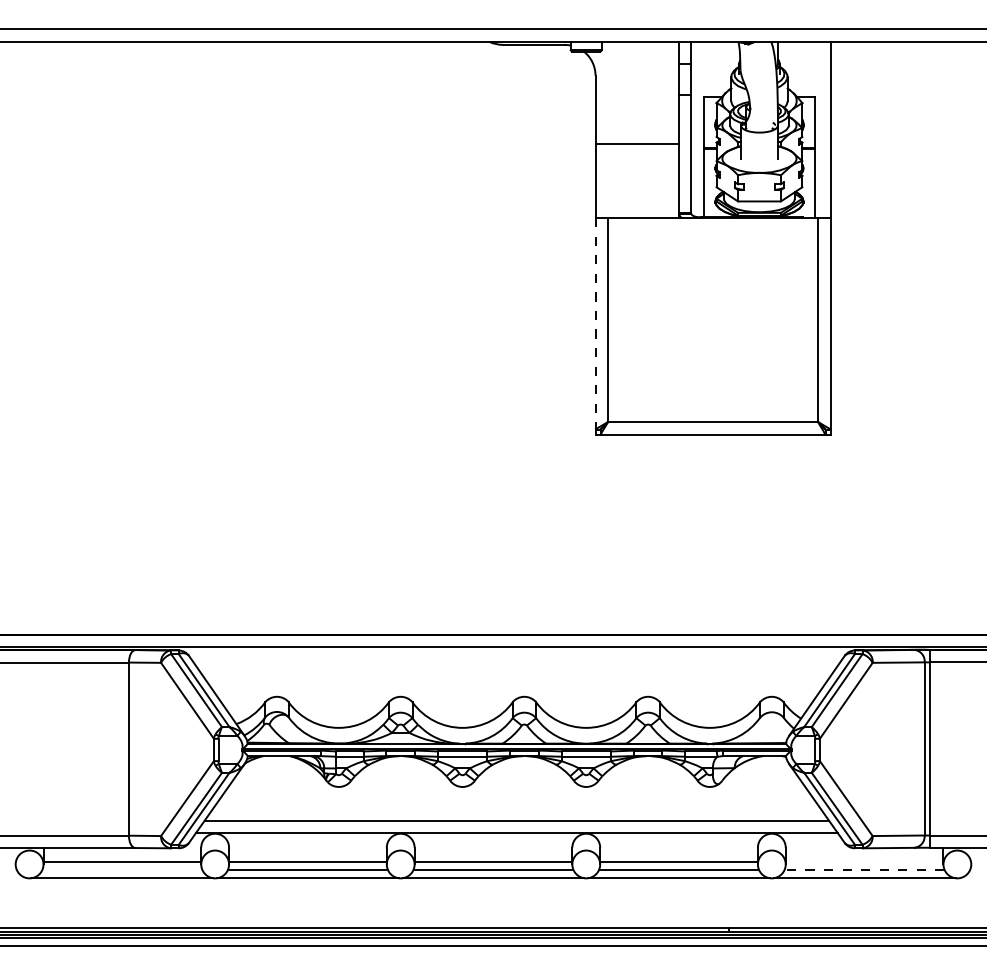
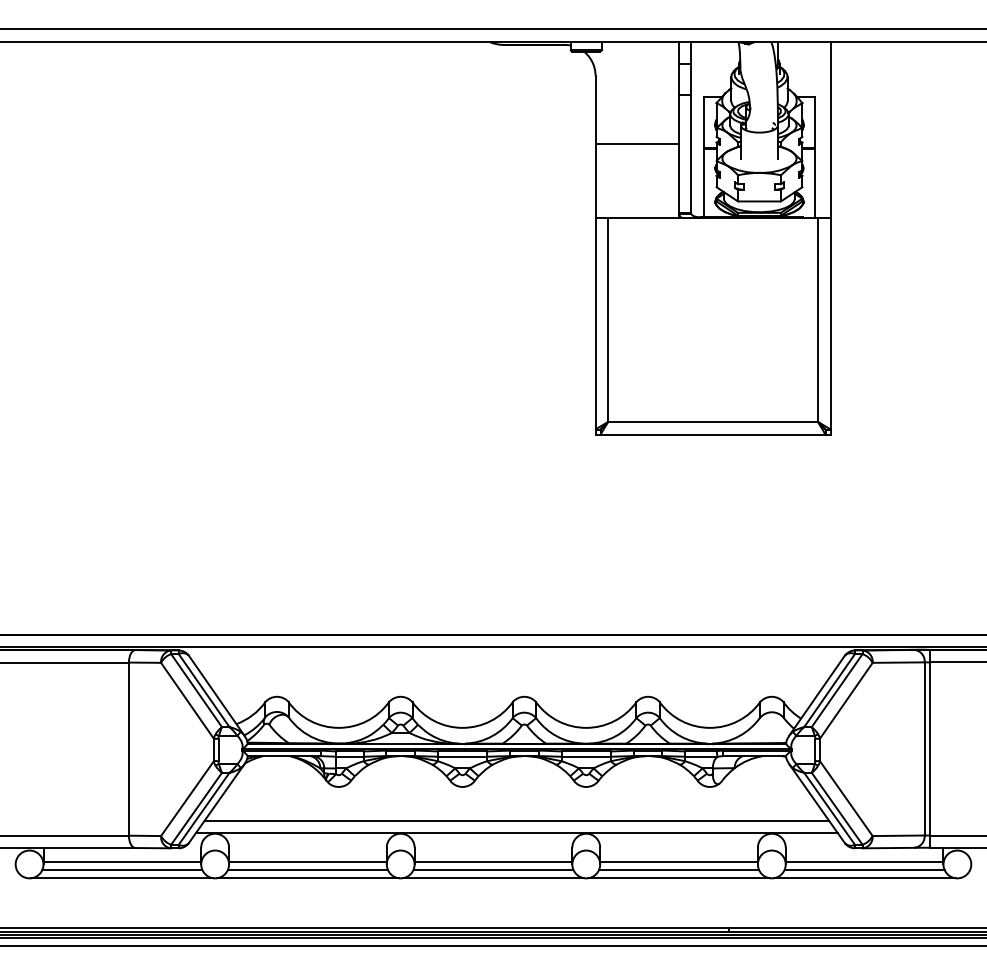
line at (595, 323): dashed -> solid
line at (864, 861): none -> present
line at (122, 869): none -> present
line at (864, 869): dashed -> solid
